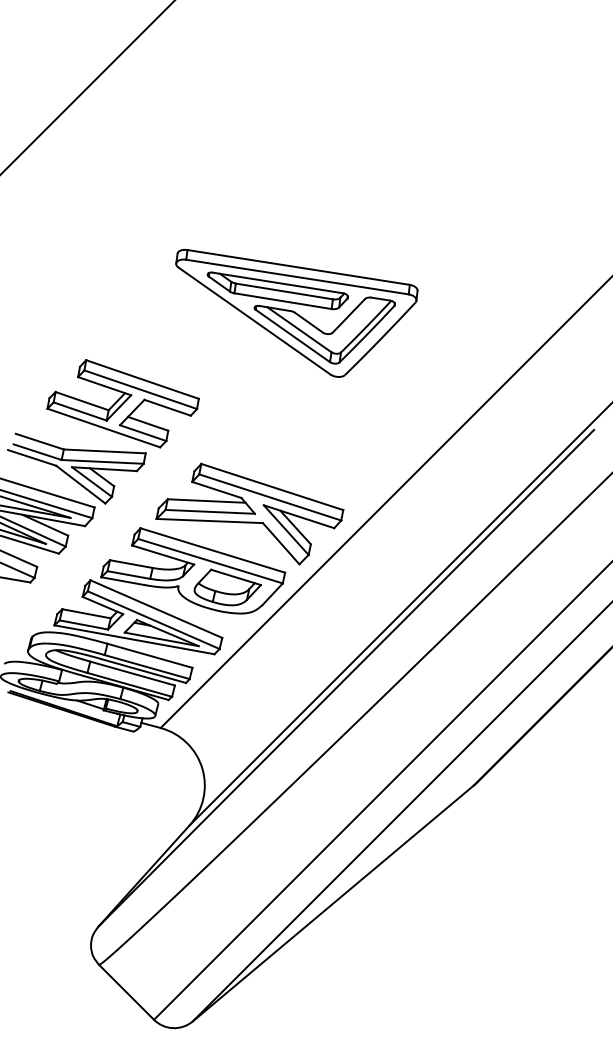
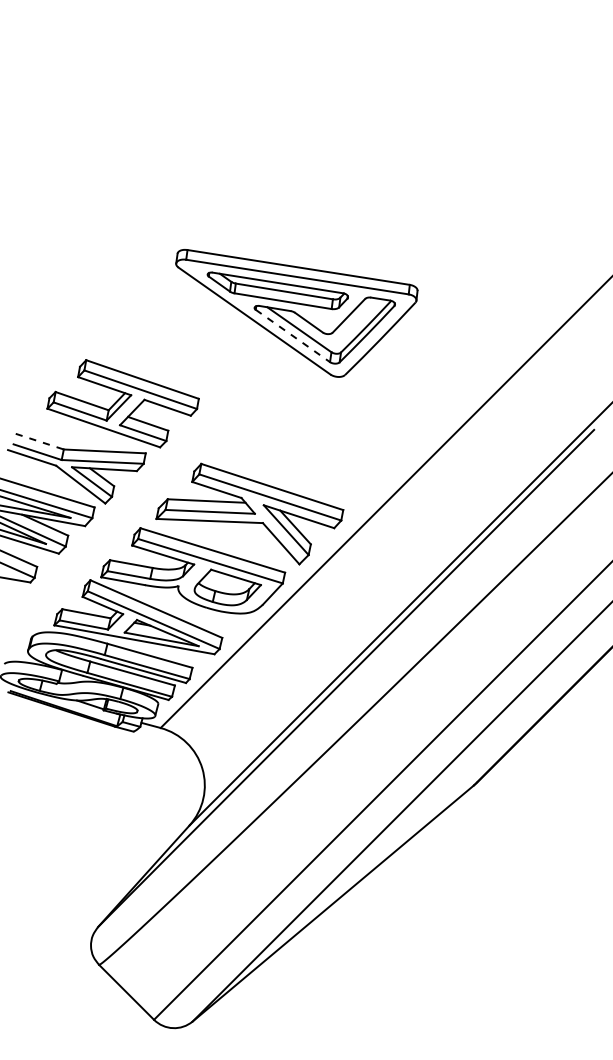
line at (87, 87): present -> none
line at (293, 336): solid -> dashed
line at (40, 441): solid -> dashed
